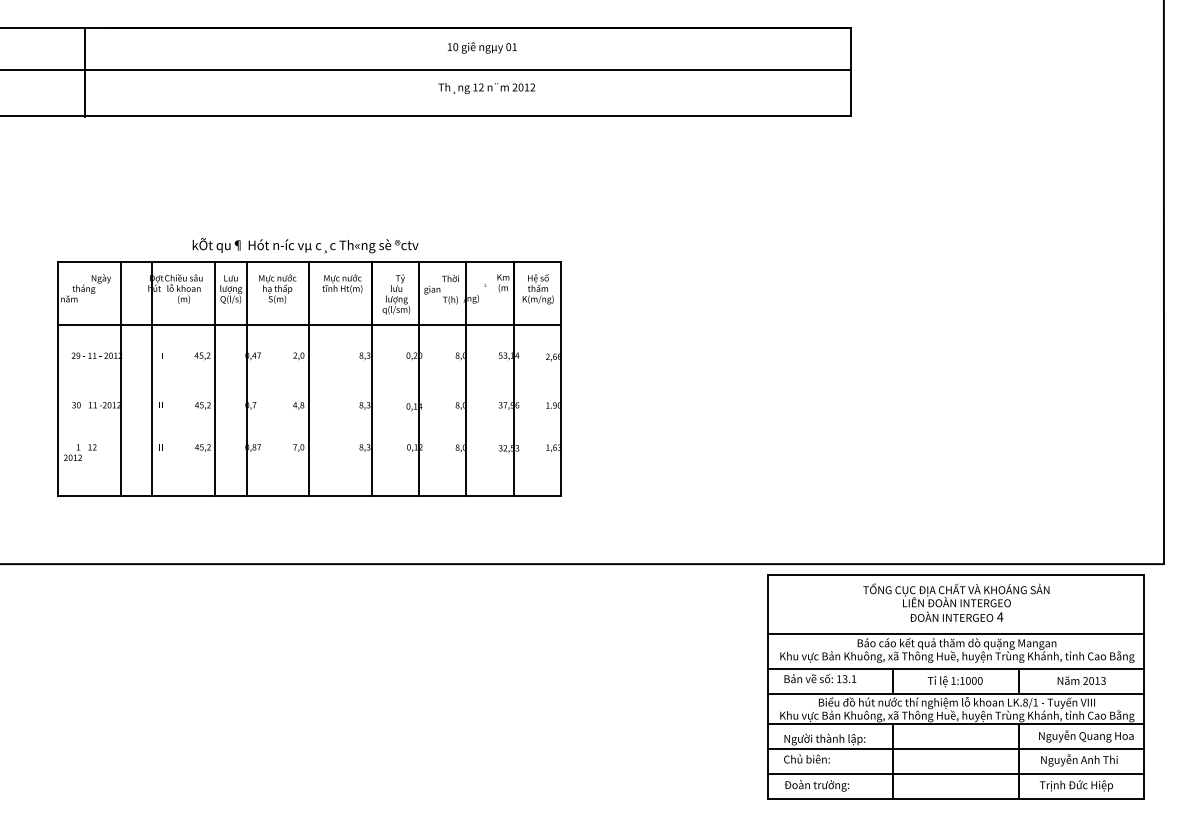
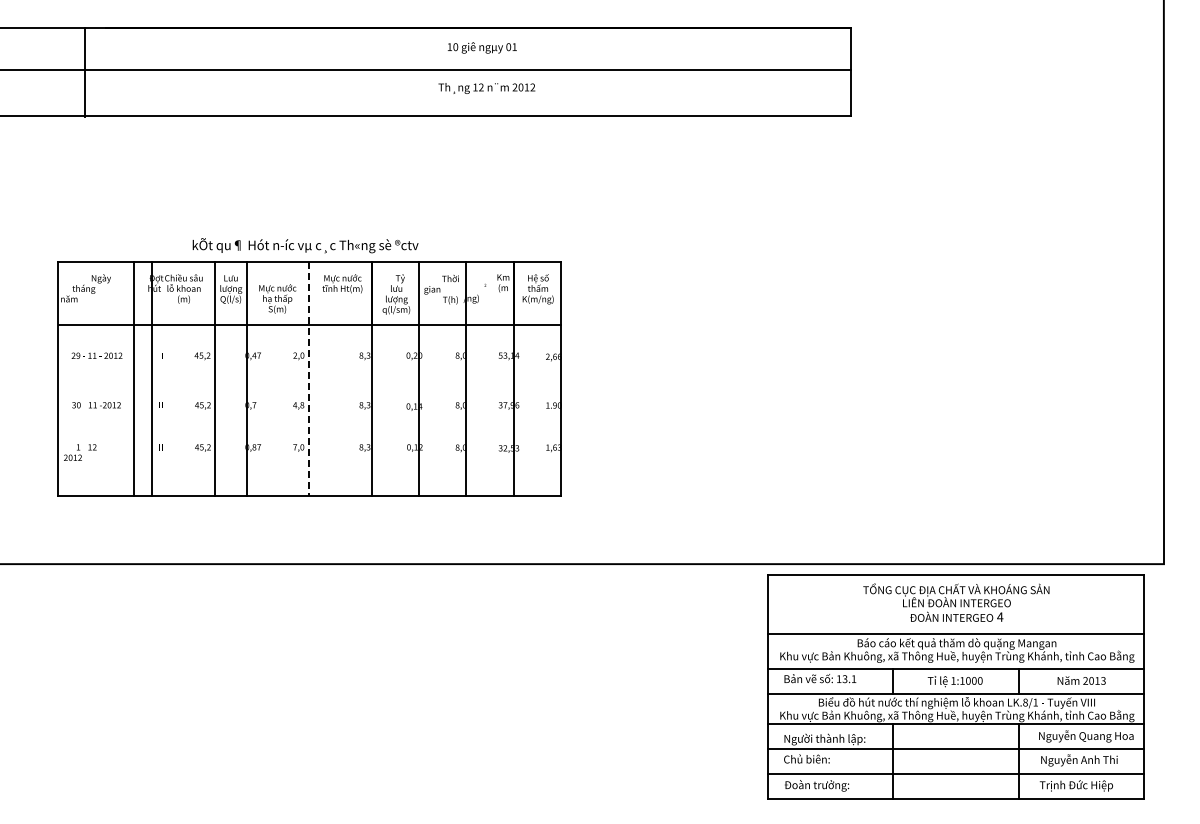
text at (277, 288) position: (277, 288) -> (277, 298)
line at (121, 378) position: (121, 378) -> (134, 378)
line at (309, 379): solid -> dashed
